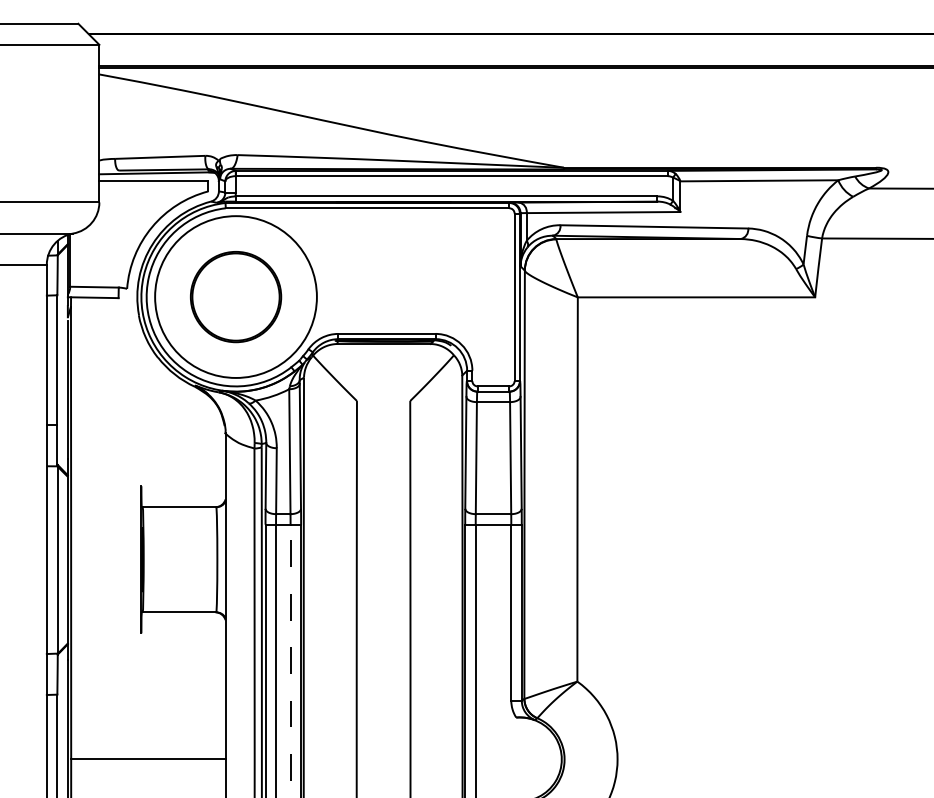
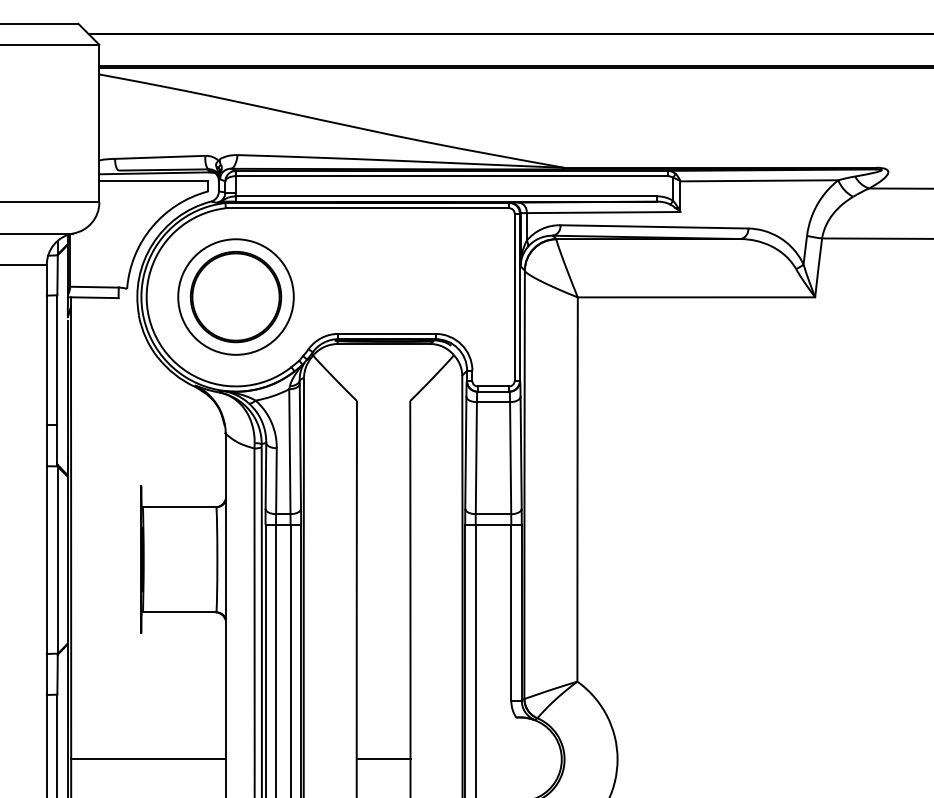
circle at (235, 296) diameter: 162 px -> 116 px
line at (290, 660): dashed -> solid
line at (383, 759): none -> present
